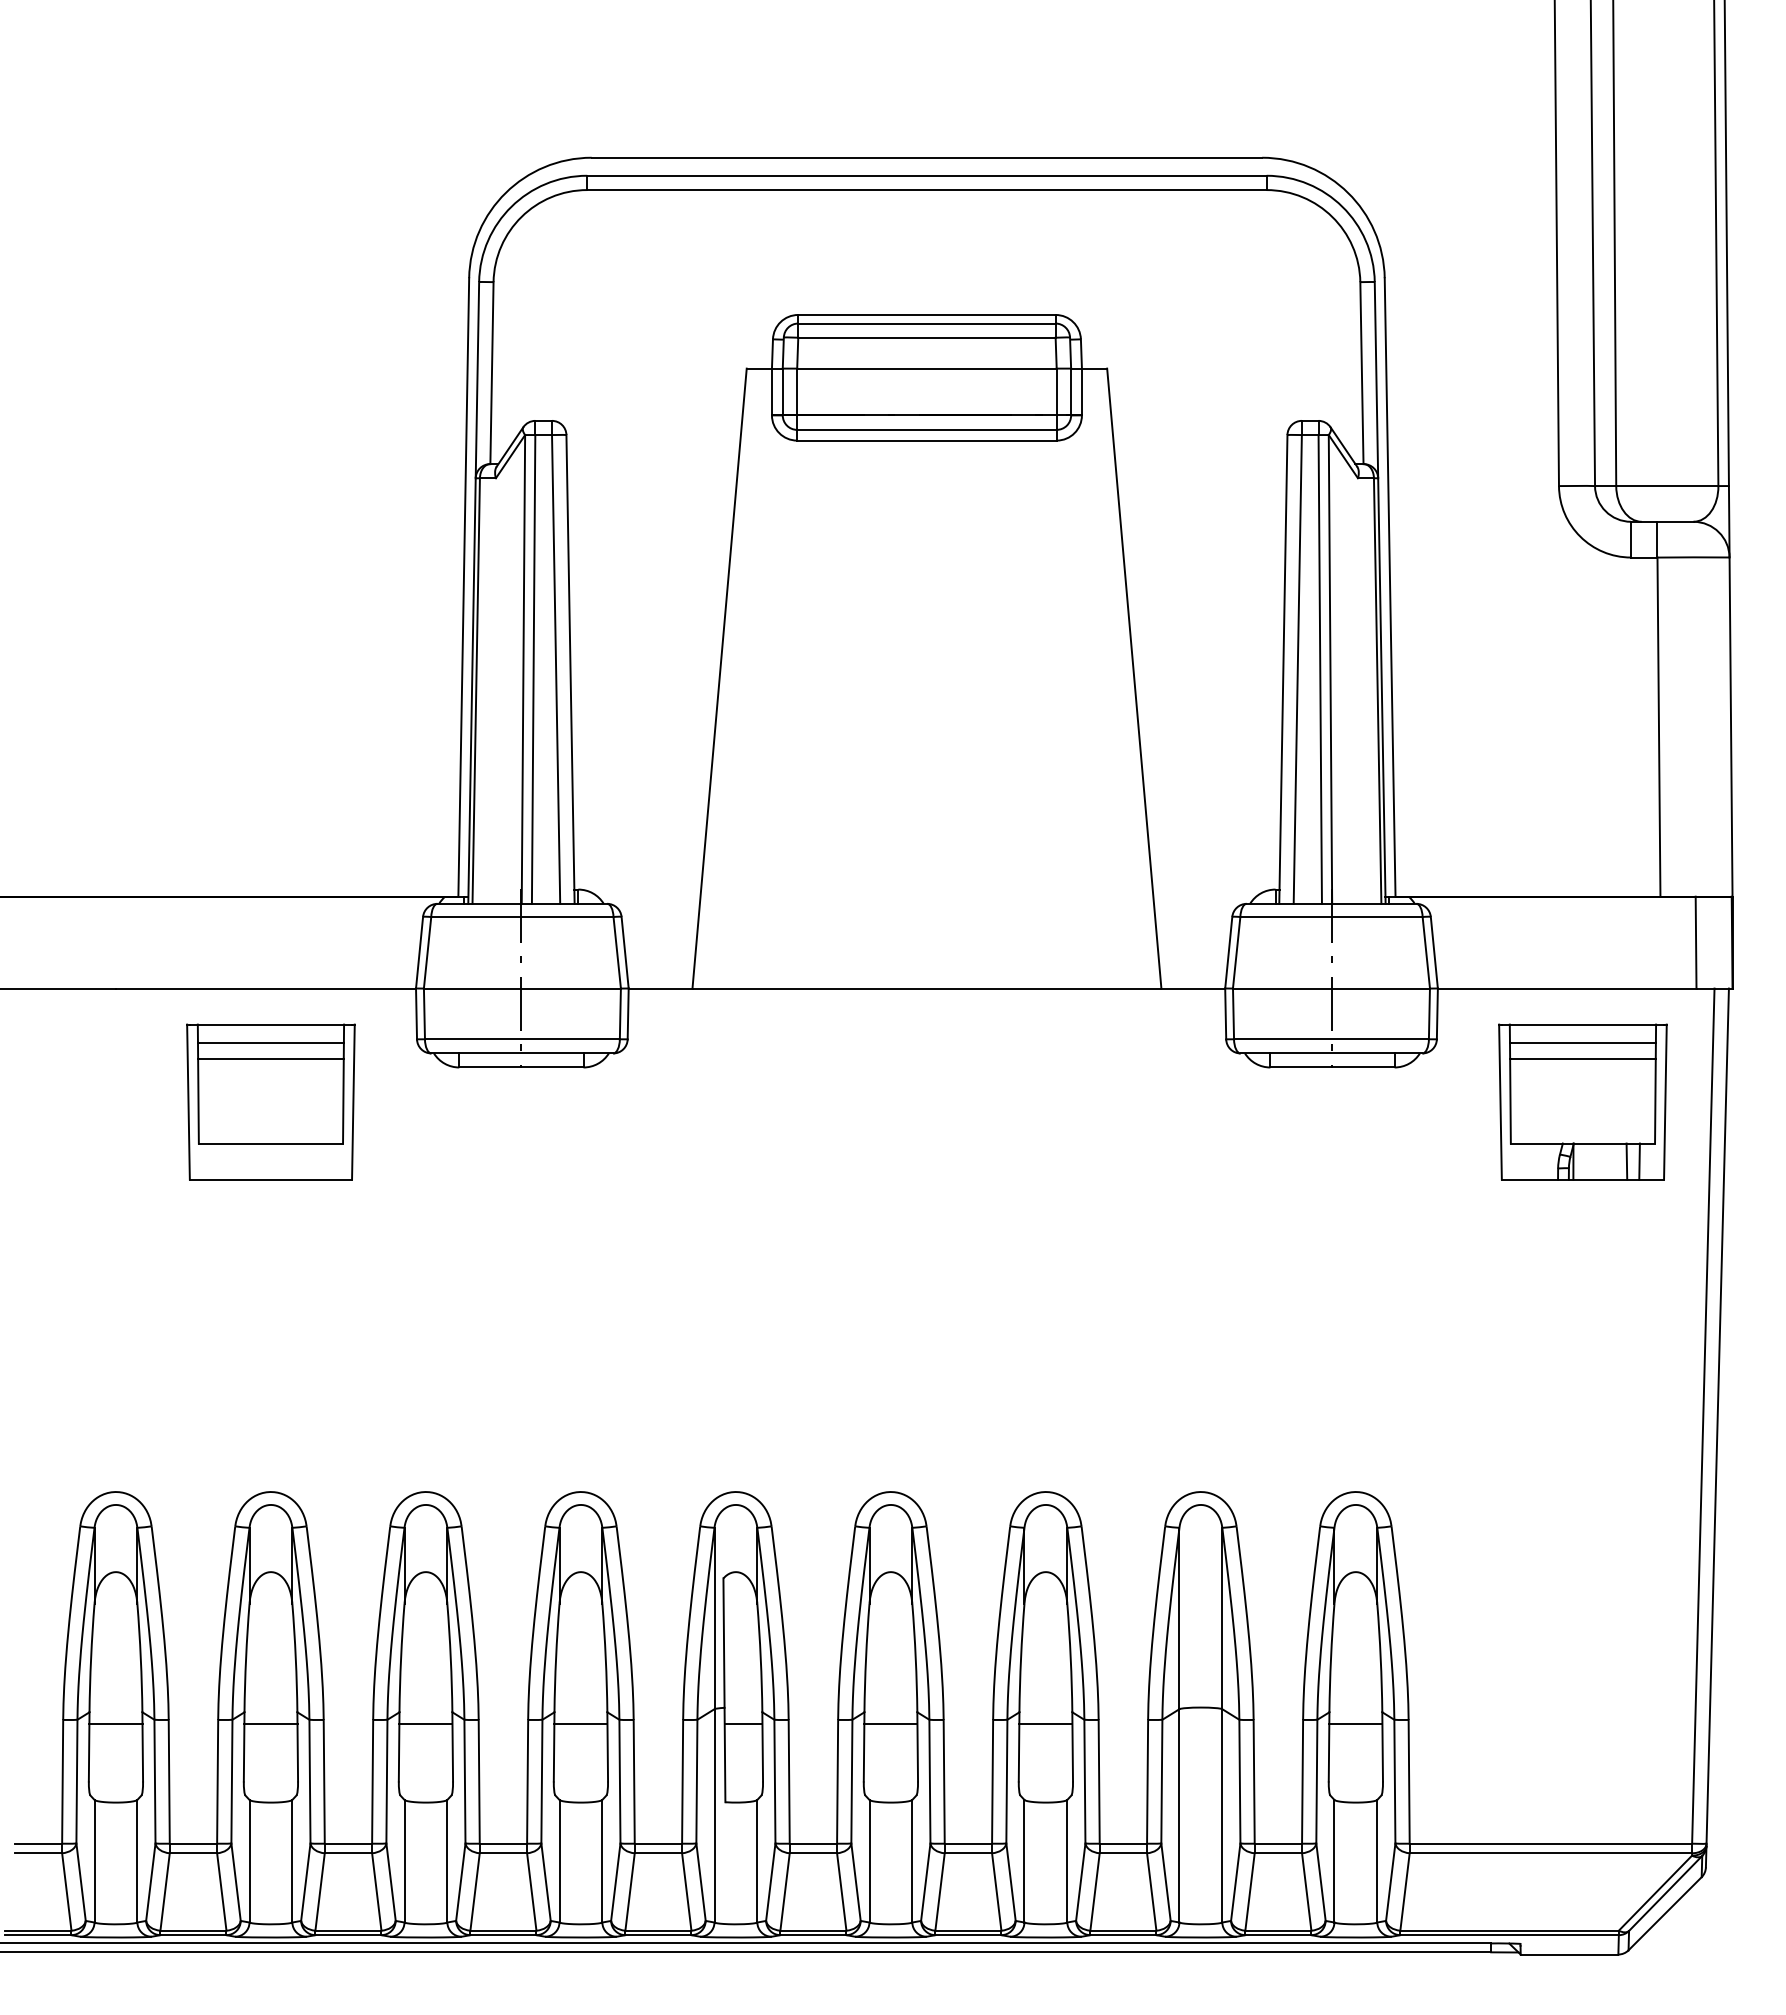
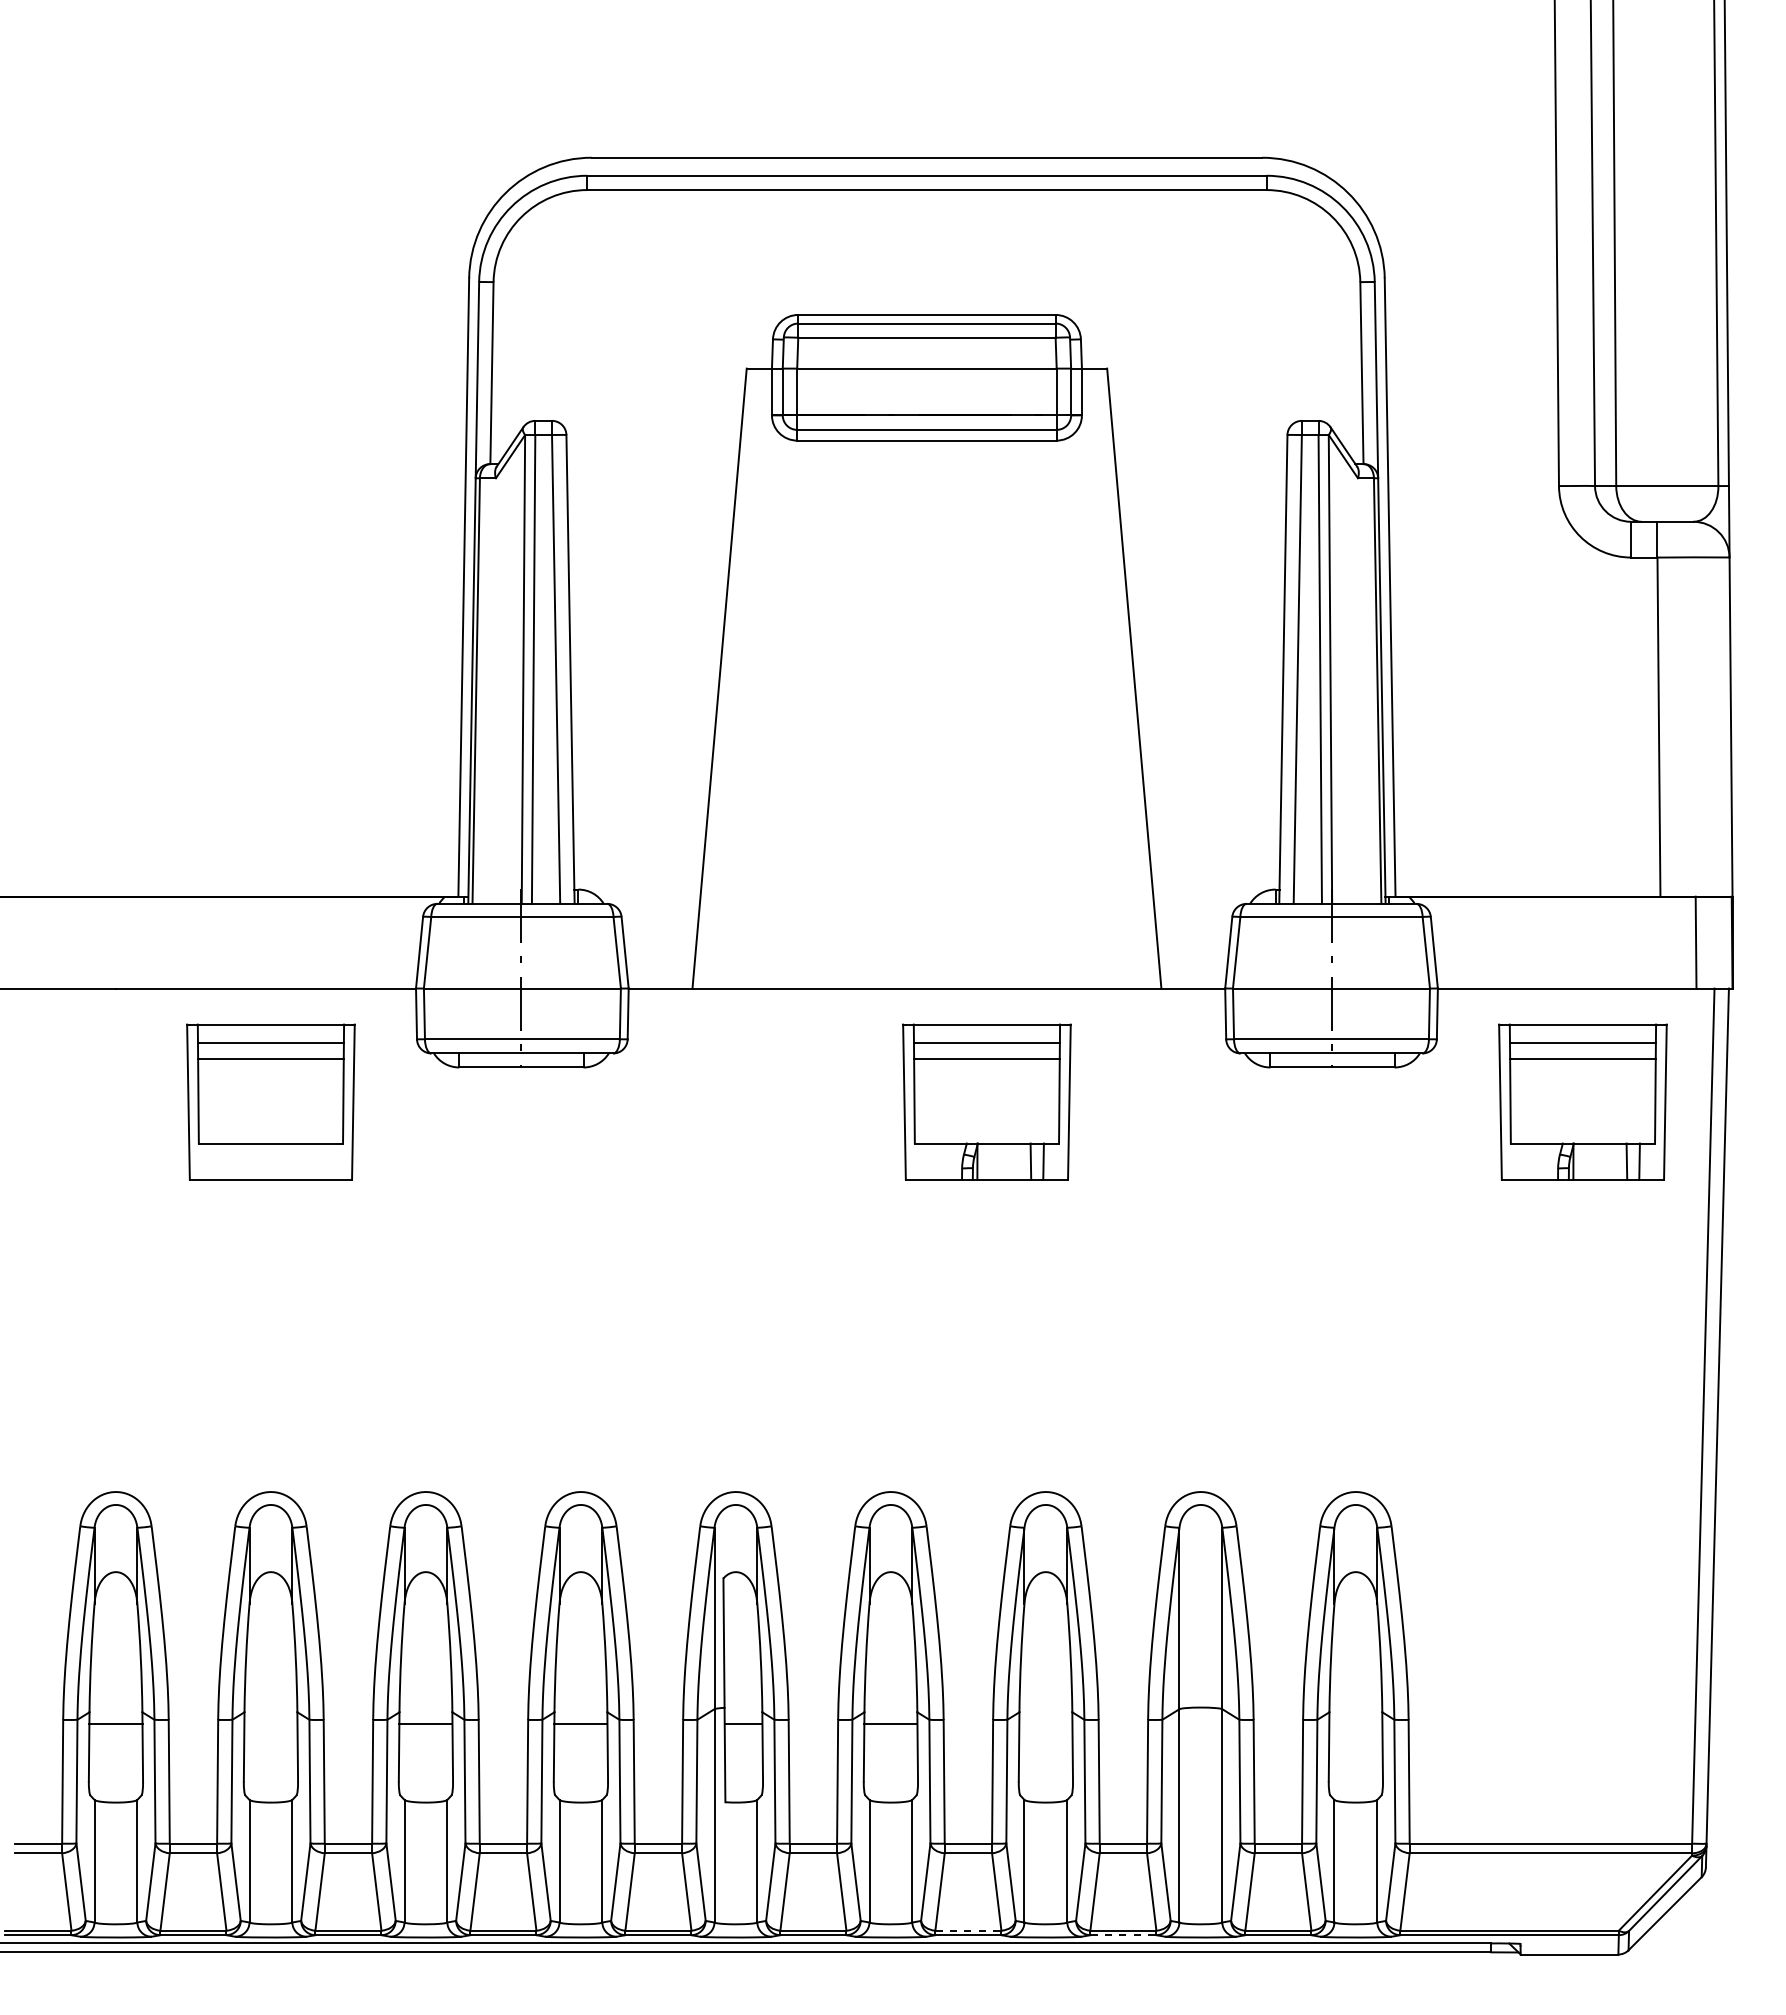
part at (986, 1101): none -> present
line at (270, 1723): present -> none
line at (1045, 1723): present -> none
line at (1355, 1723): present -> none
line at (968, 1930): solid -> dashed
line at (1123, 1935): solid -> dashed
